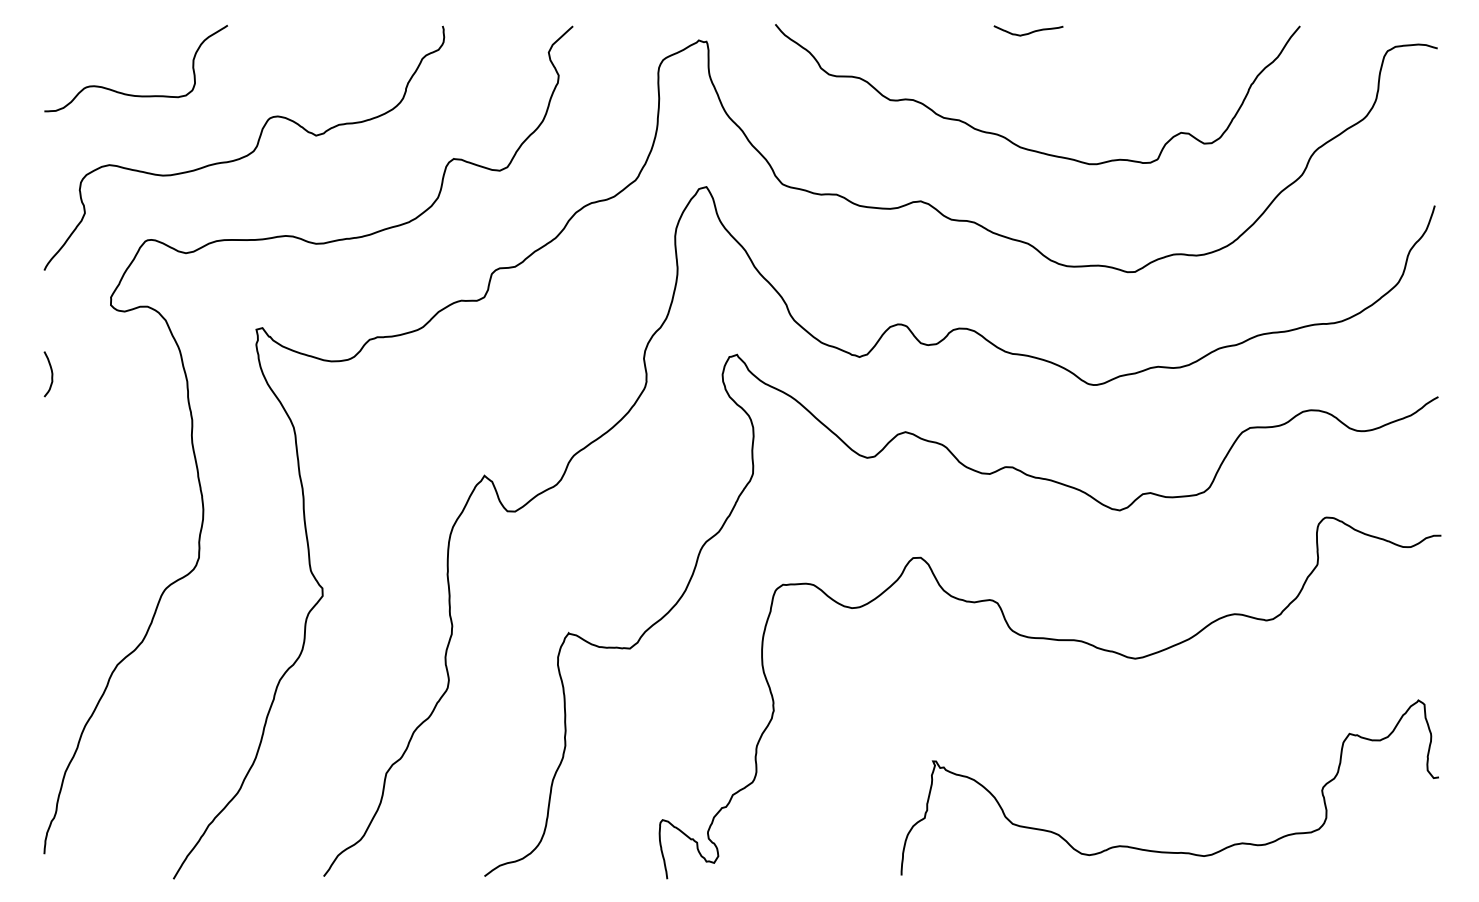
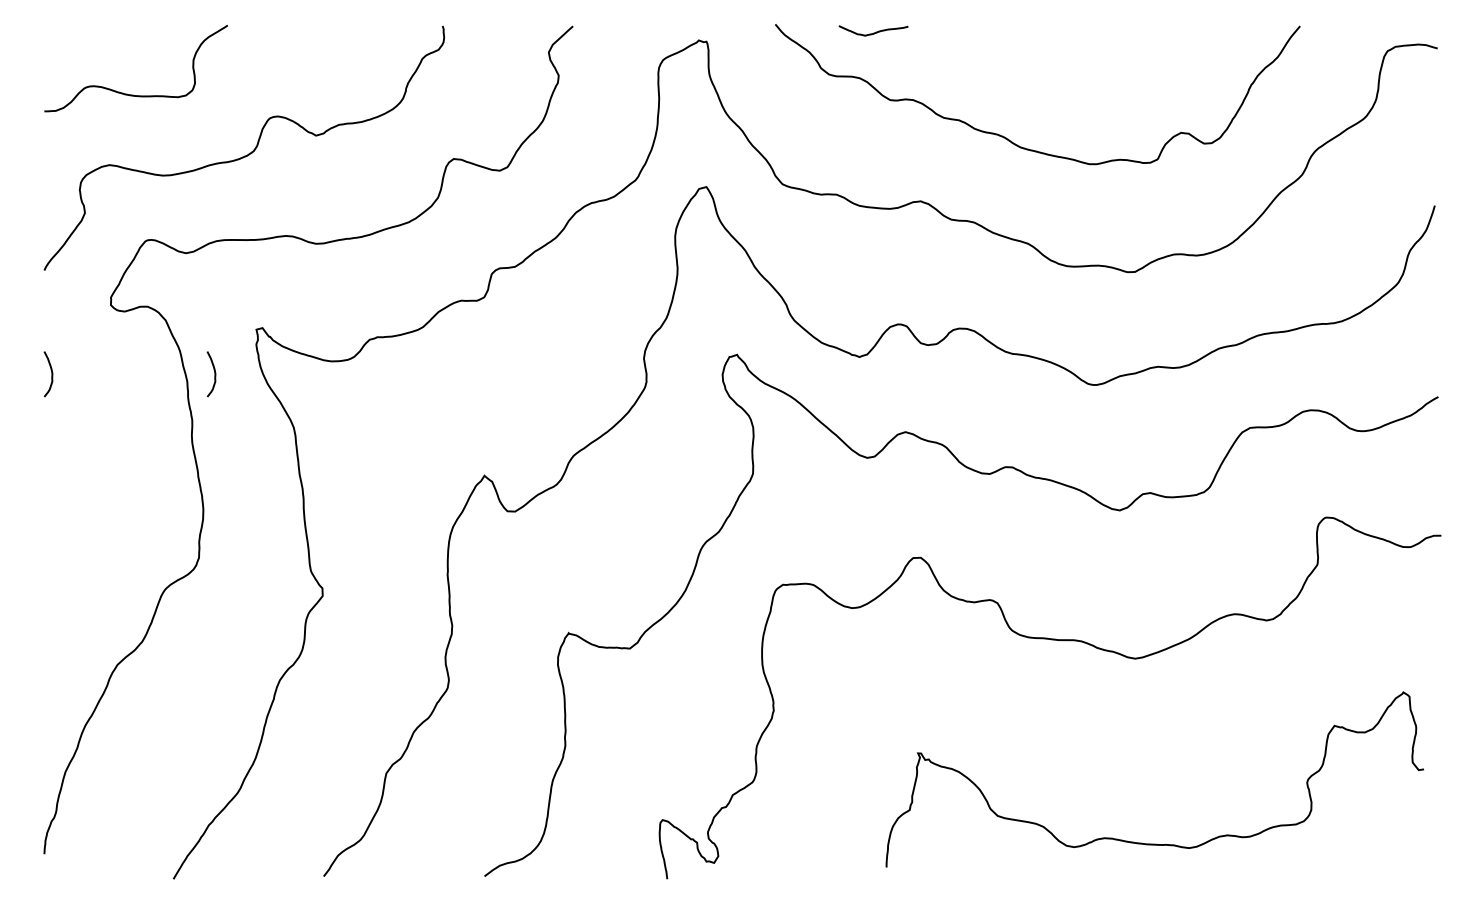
curve at (1028, 32) position: (1028, 32) -> (873, 32)
curve at (214, 374): none -> present
curve at (1169, 851) position: (1169, 851) -> (1154, 843)
